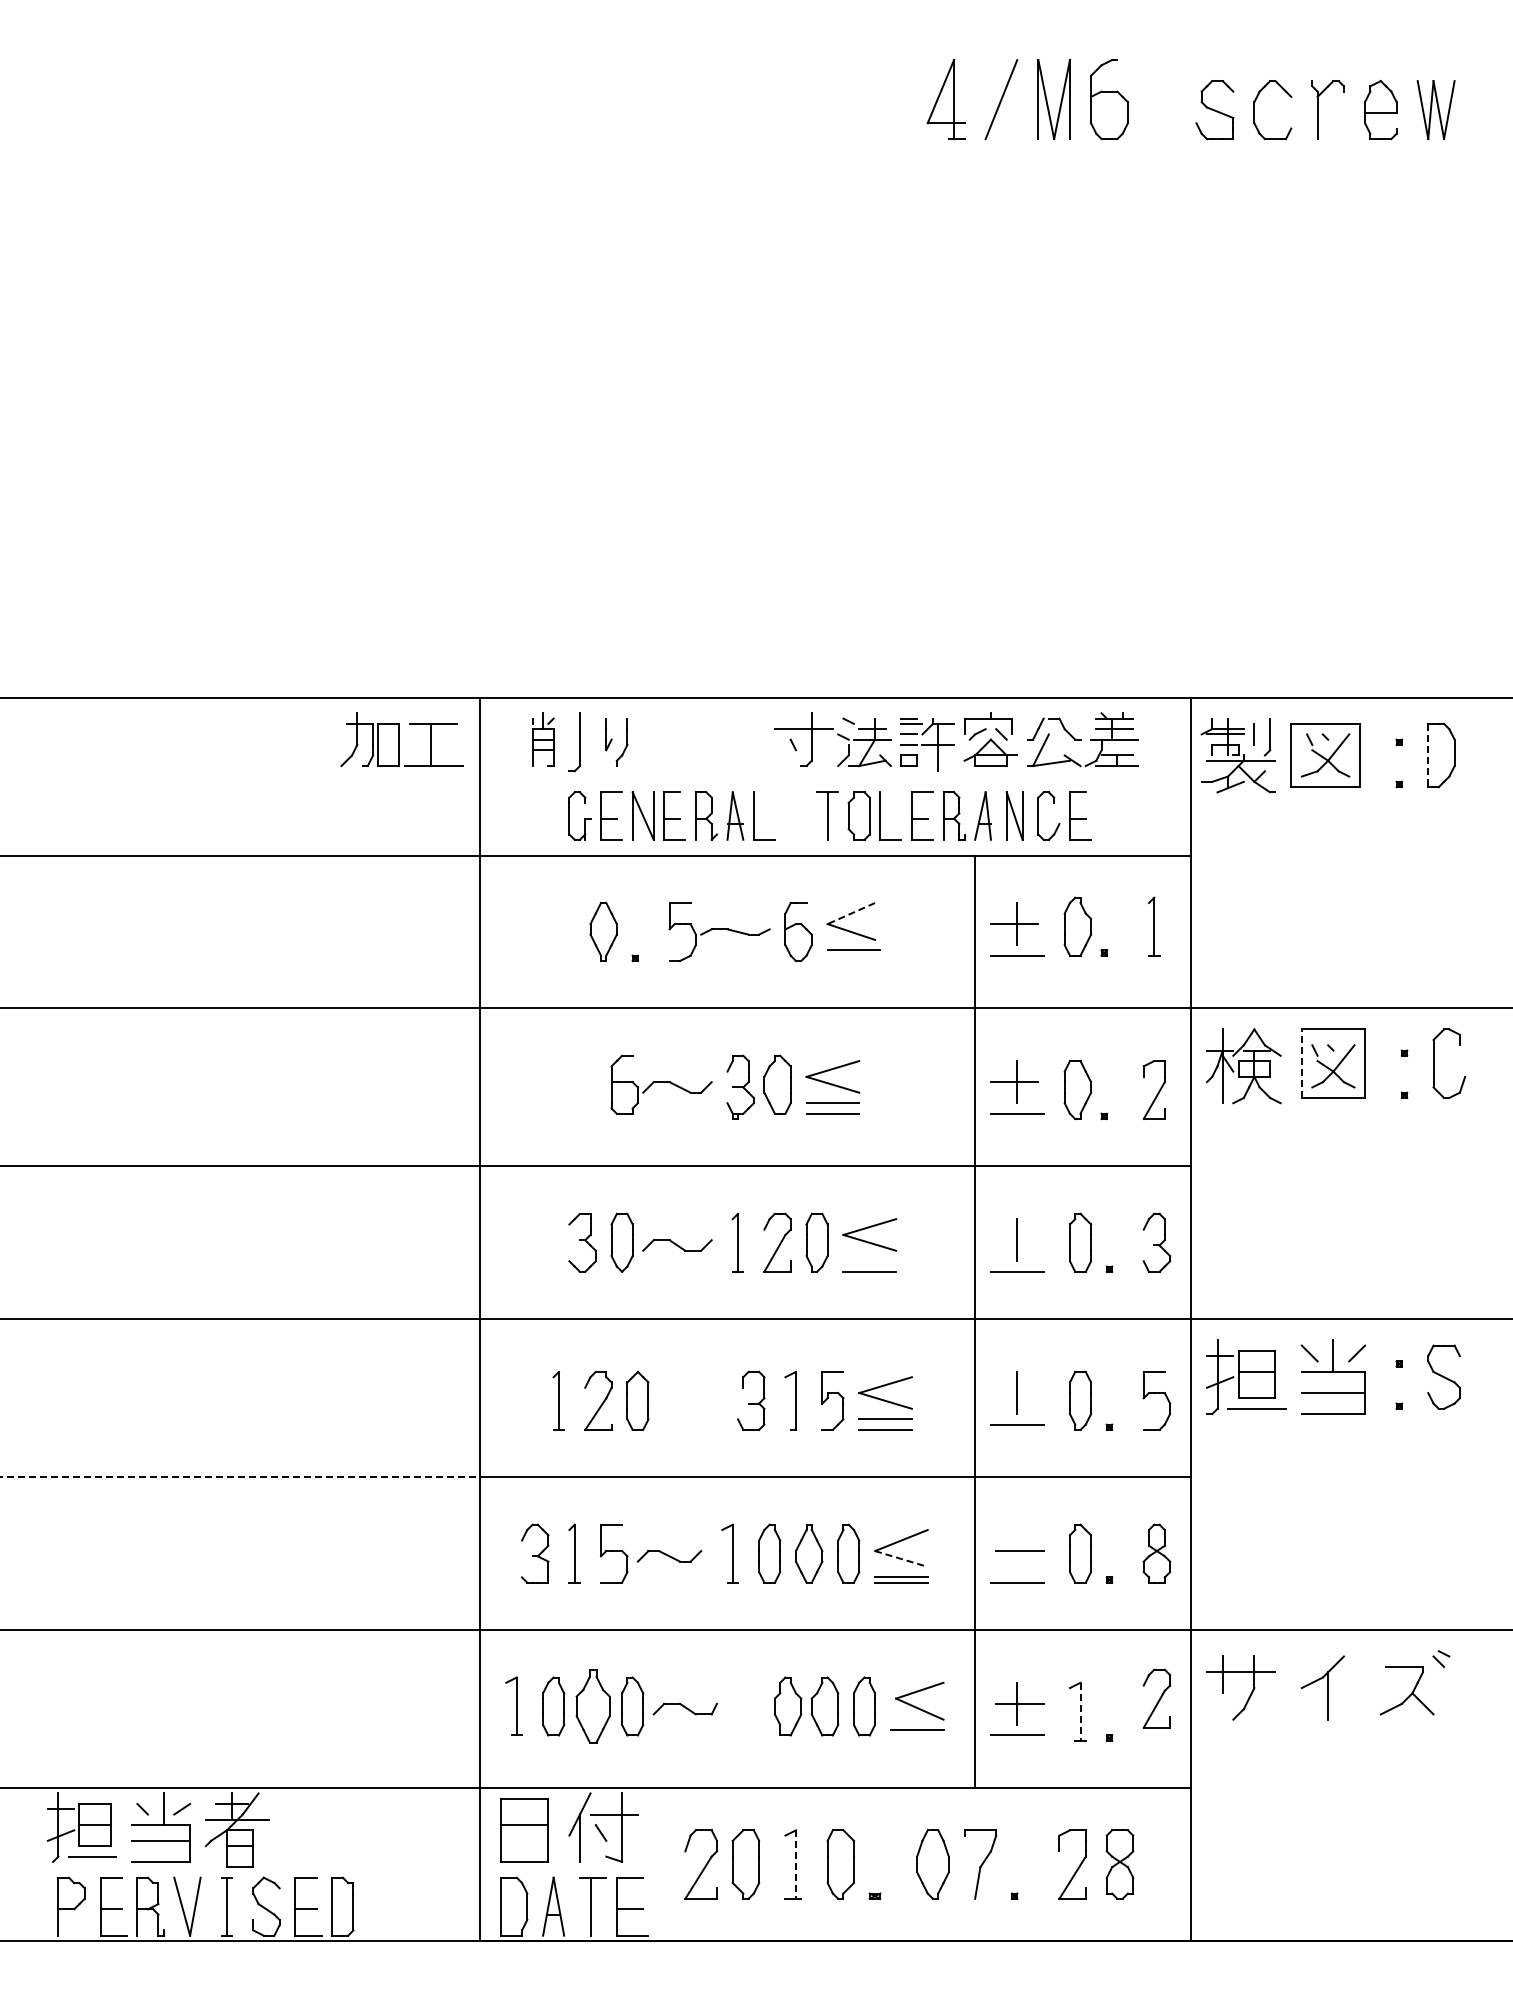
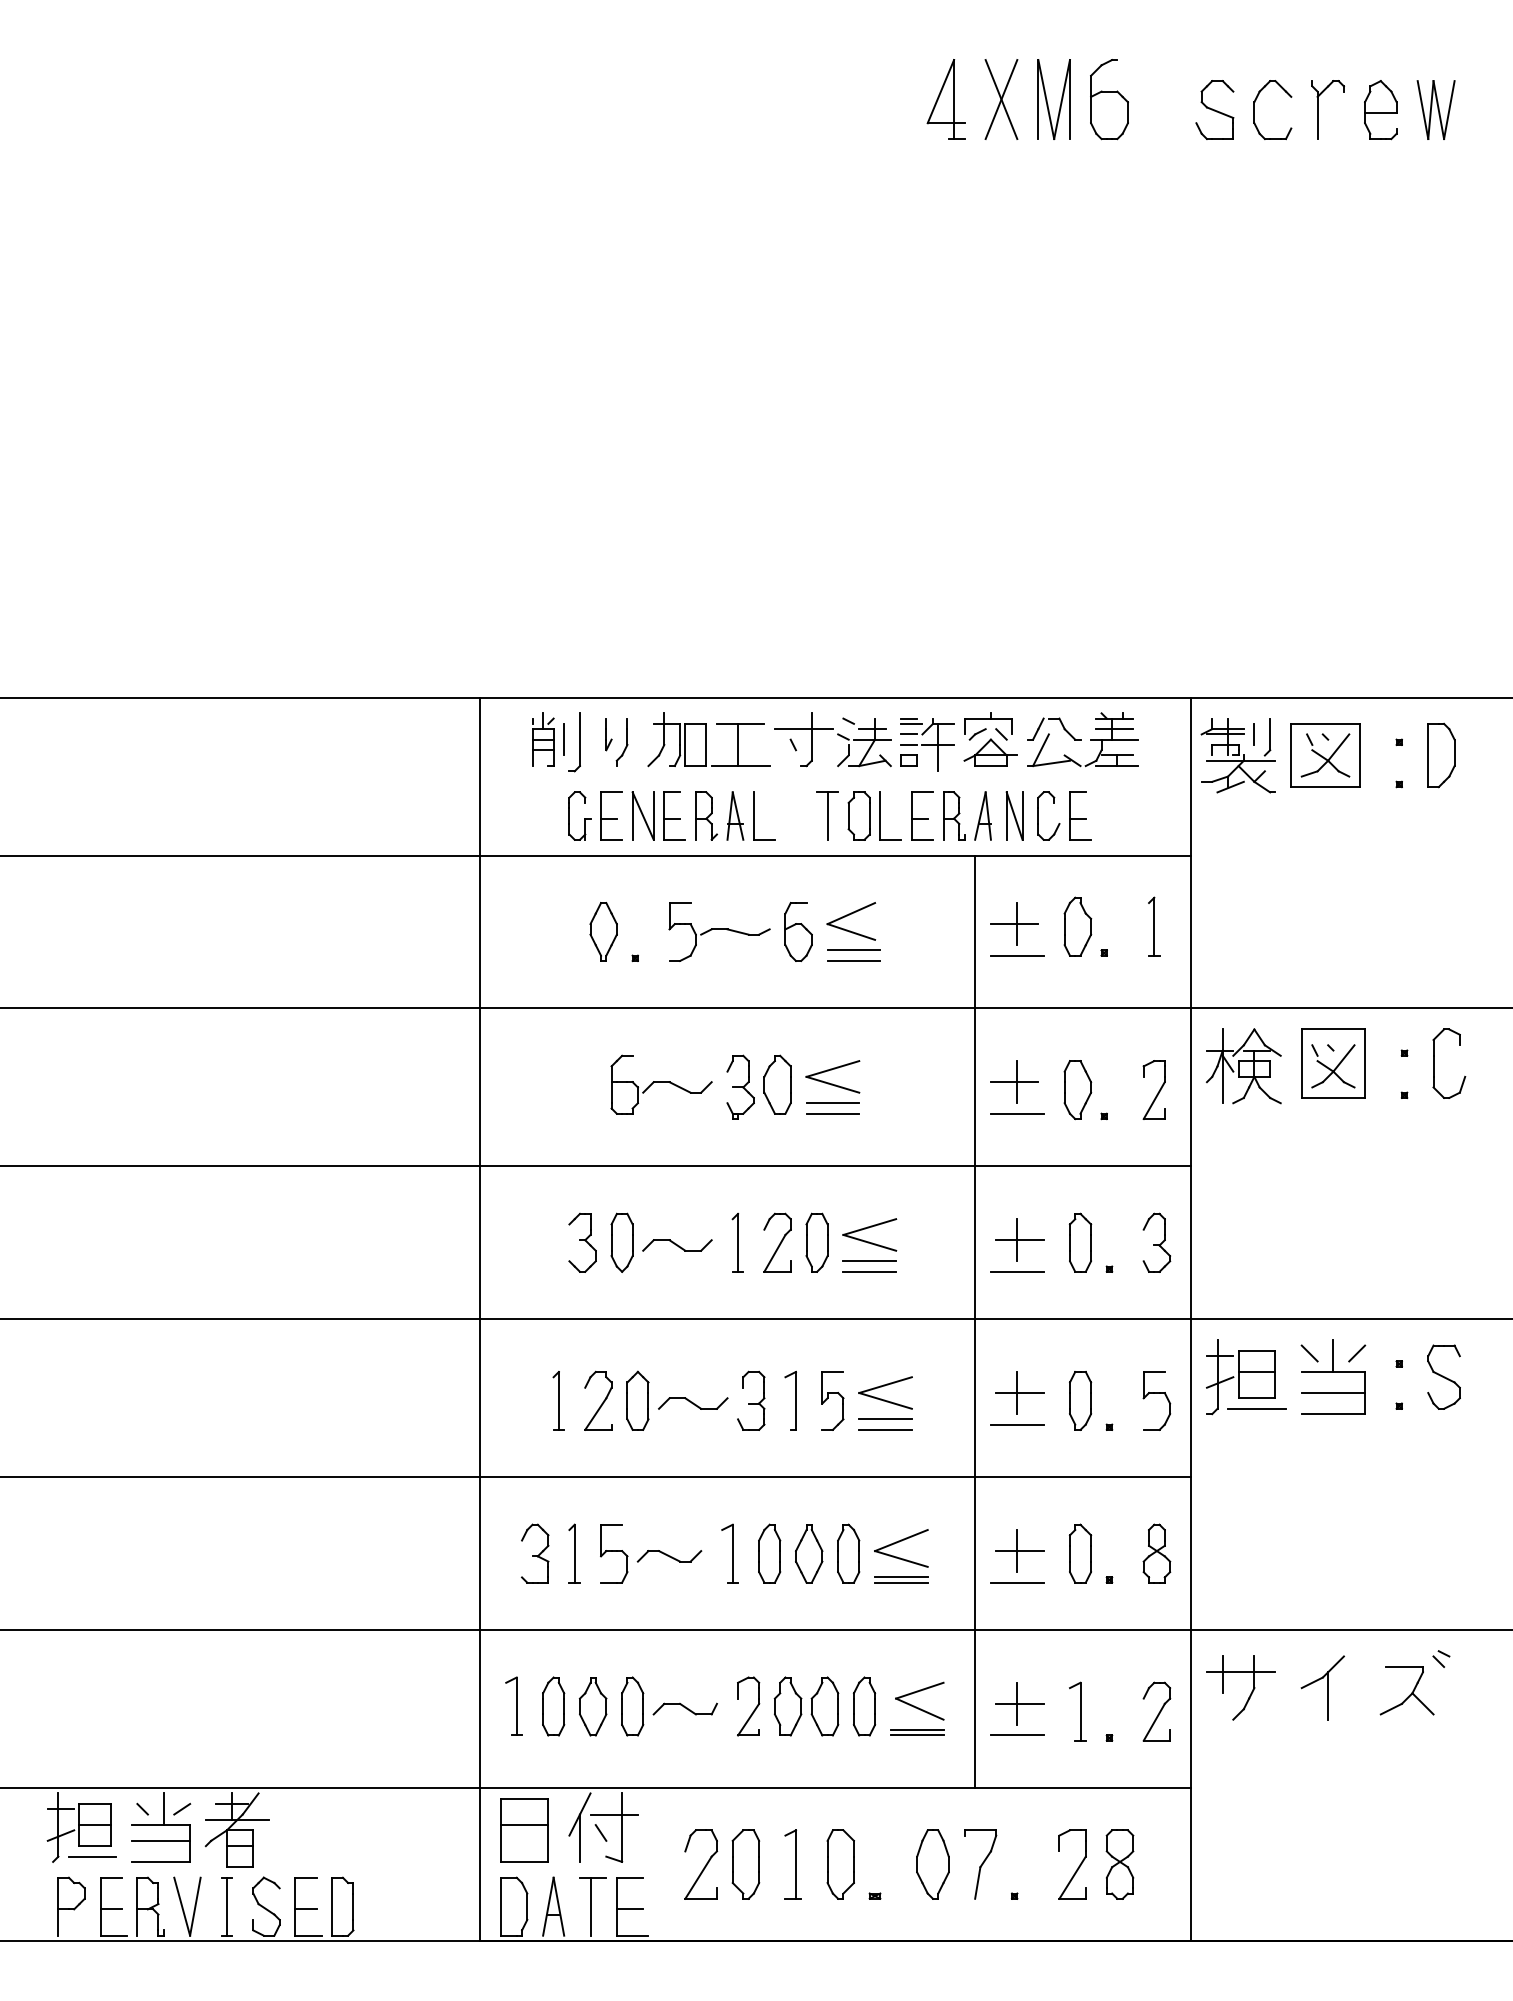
line at (1001, 99): none -> present
part at (401, 739) position: (401, 739) -> (708, 739)
line at (564, 739): none -> present
line at (1428, 755): dashed -> solid
line at (851, 913): dashed -> solid
line at (853, 960): none -> present
line at (1301, 1063): dashed -> solid
line at (1019, 1240): none -> present
line at (869, 1261): none -> present
line at (1019, 1393): none -> present
part at (693, 1403): none -> present
line at (240, 1477): dashed -> solid
line at (1017, 1551): none -> present
line at (901, 1558): dashed -> solid
part at (1156, 1698) position: (1156, 1698) -> (1156, 1711)
part at (592, 1706) size: 36x75 px -> 30x60 px
part at (754, 1708): none -> present
line at (1080, 1711): dashed -> solid
line at (916, 1735): none -> present
line at (796, 1865): dashed -> solid
